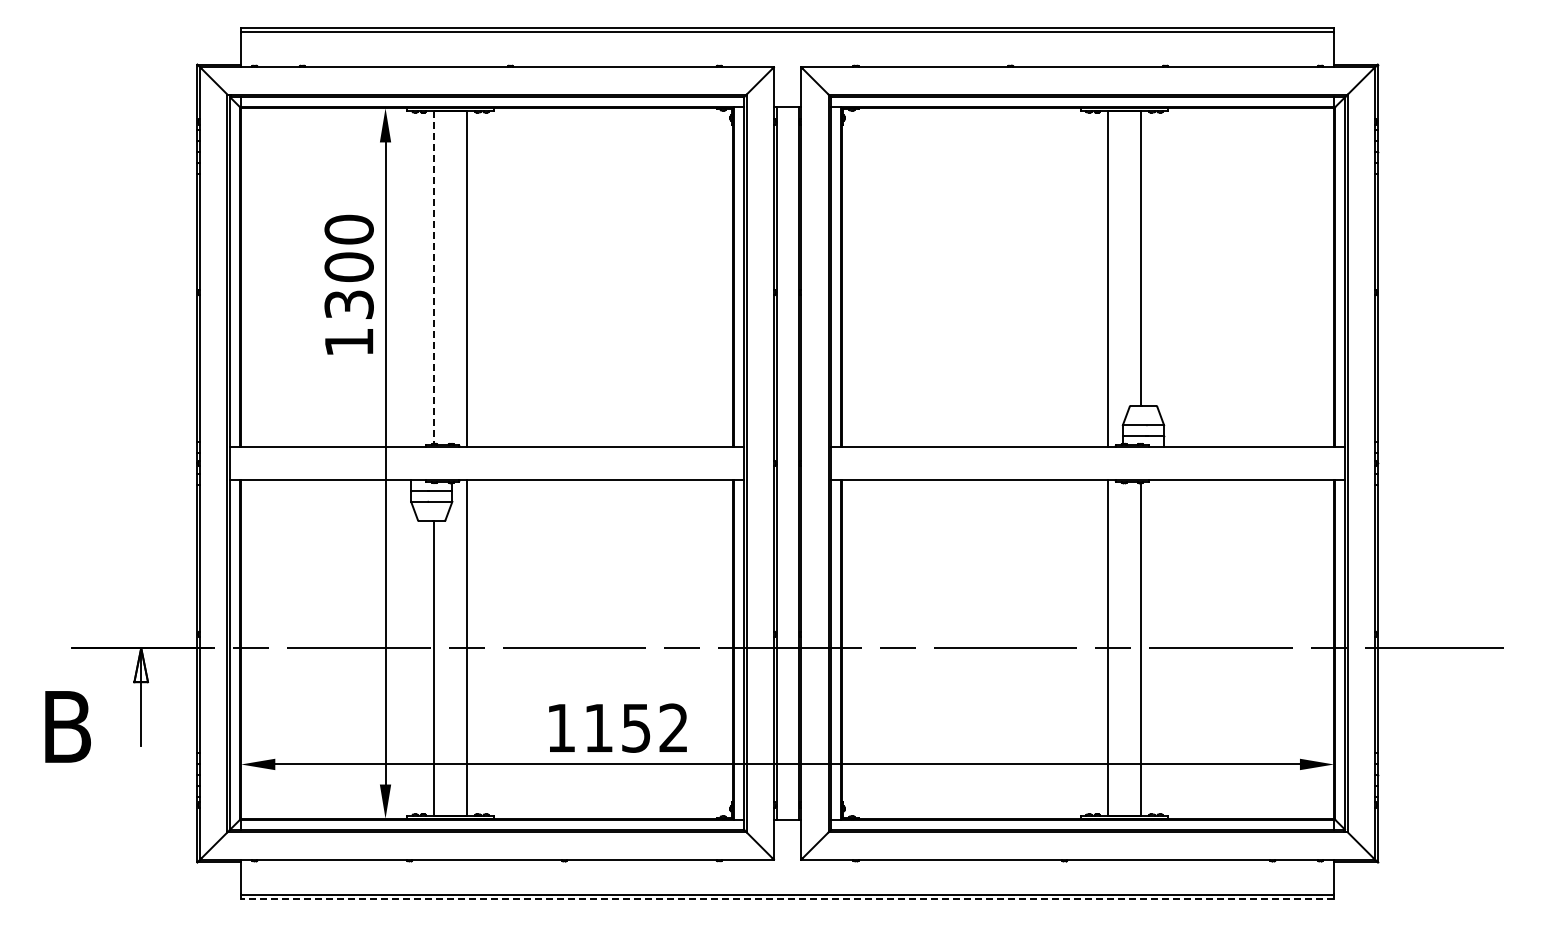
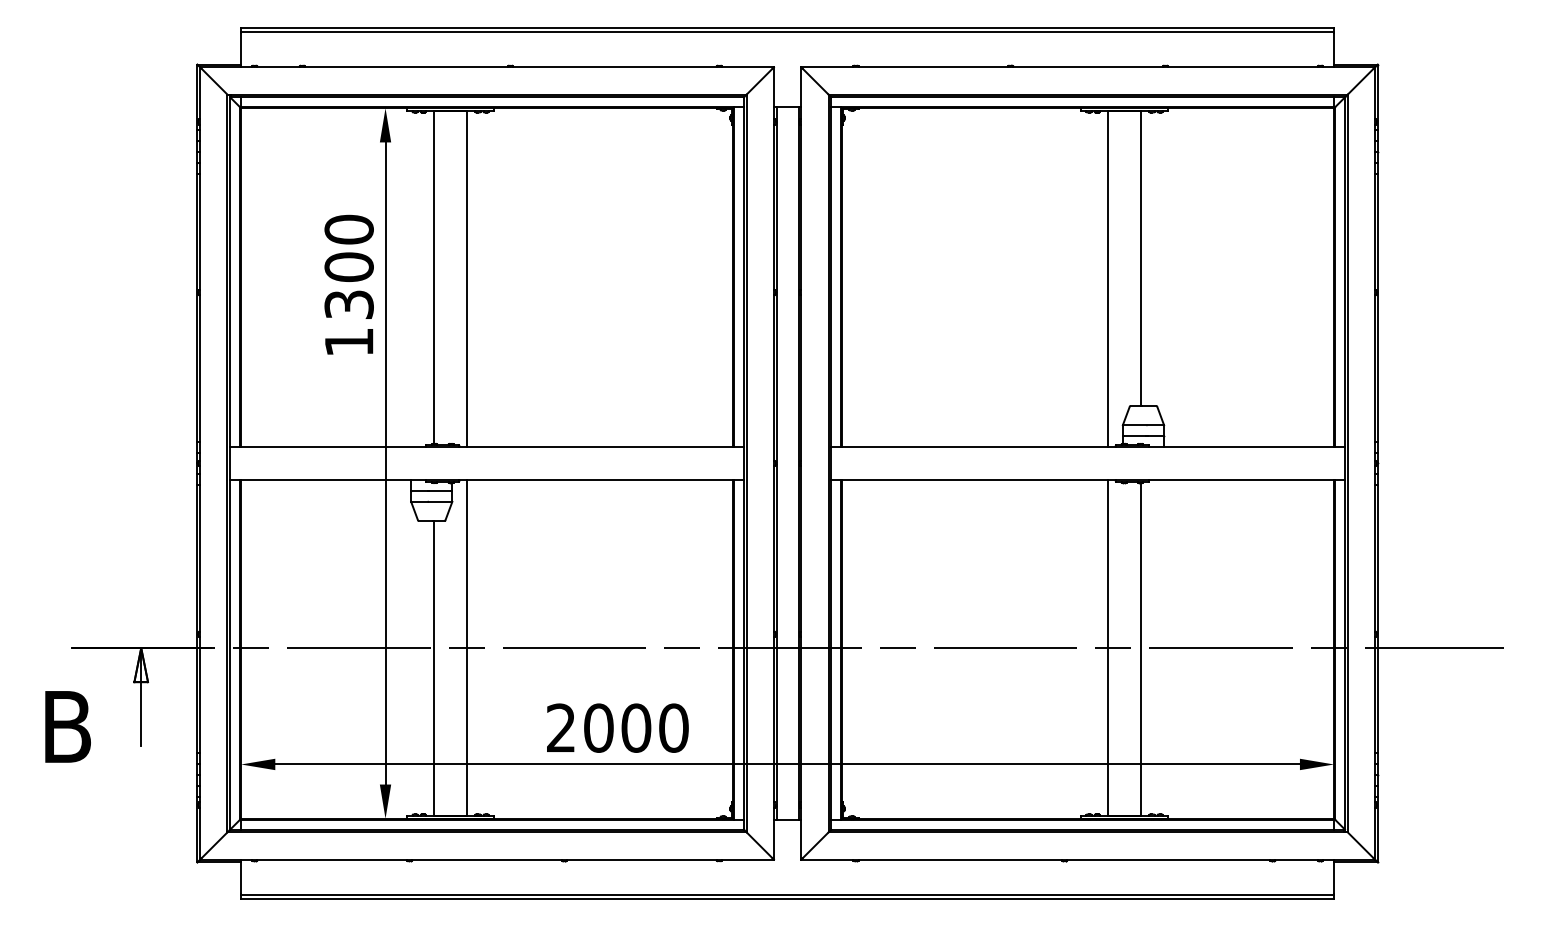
line at (434, 277): dashed -> solid
text at (617, 727): 1152 -> 2000
line at (787, 899): dashed -> solid
